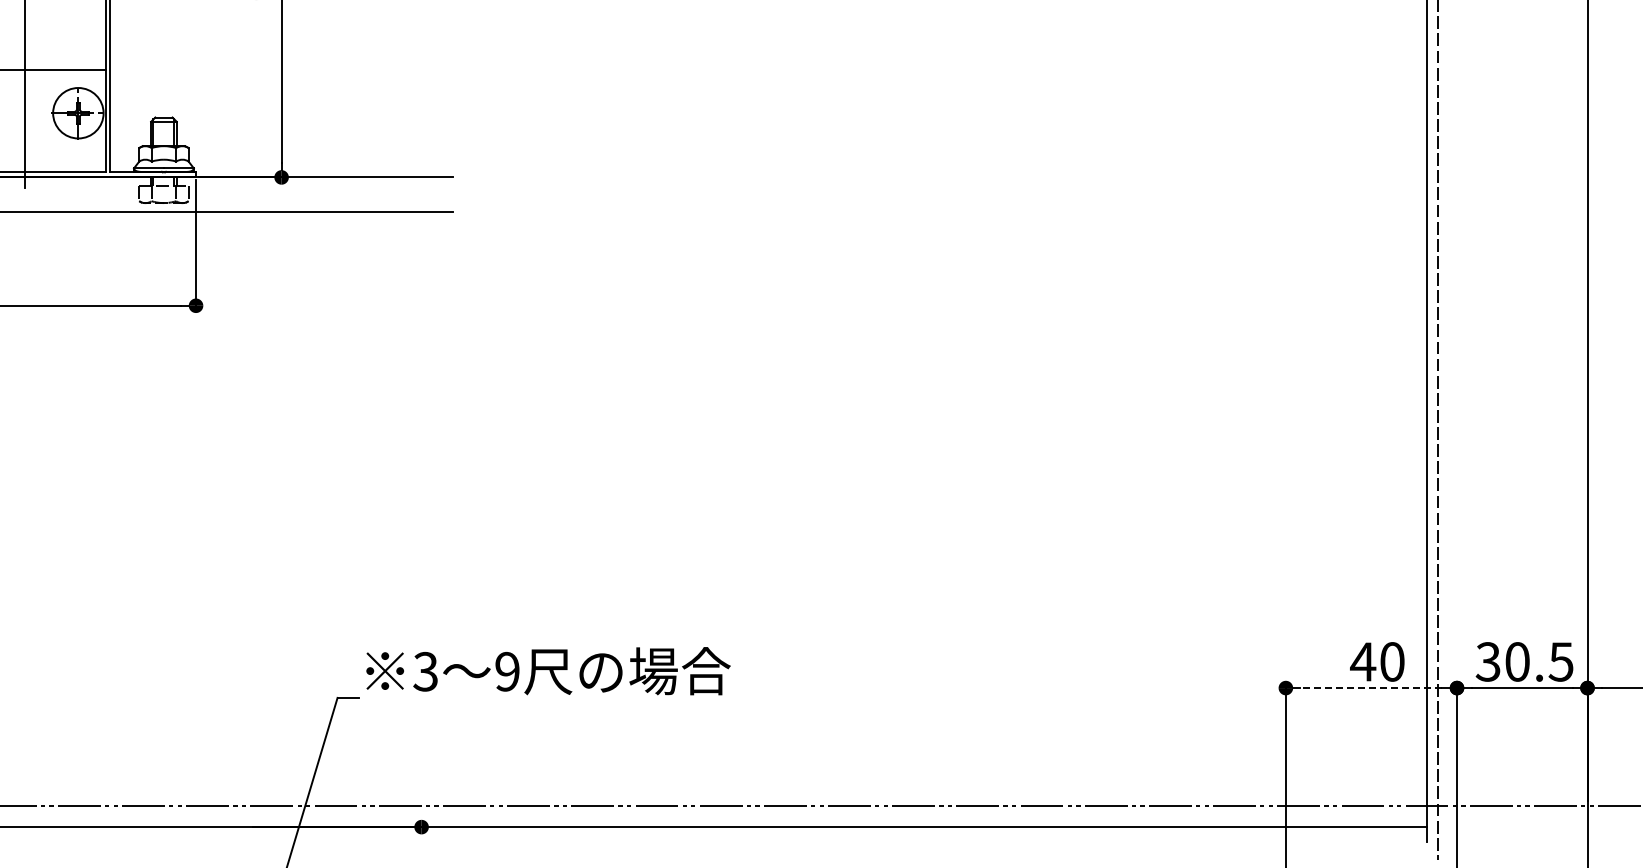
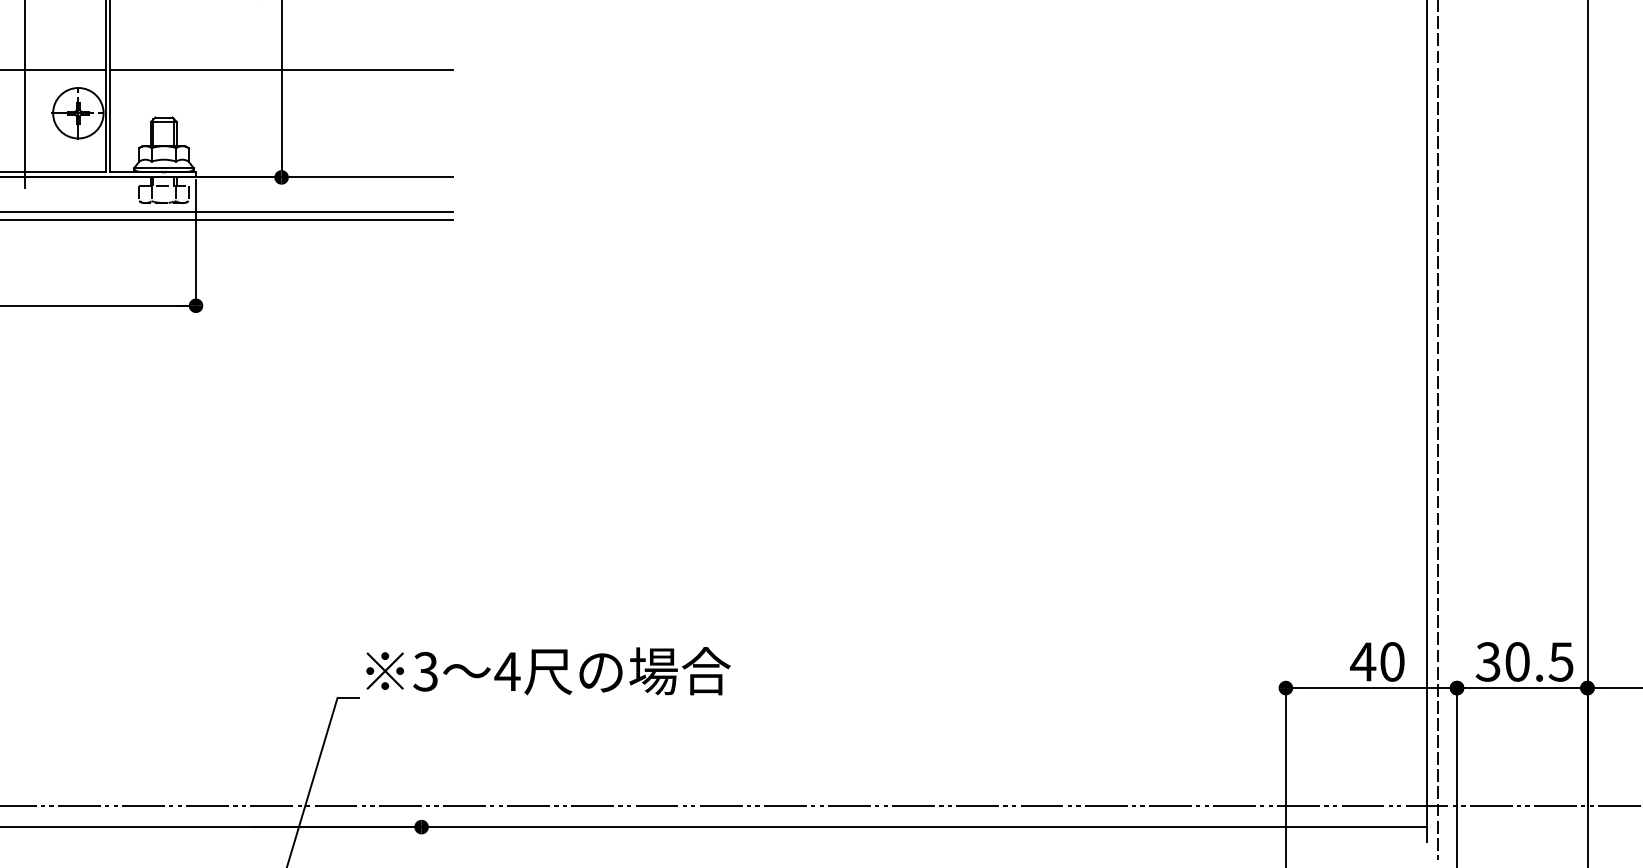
line at (281, 70): none -> present
line at (227, 220): none -> present
text at (507, 671): 9 -> 4
line at (1370, 688): dashed -> solid
